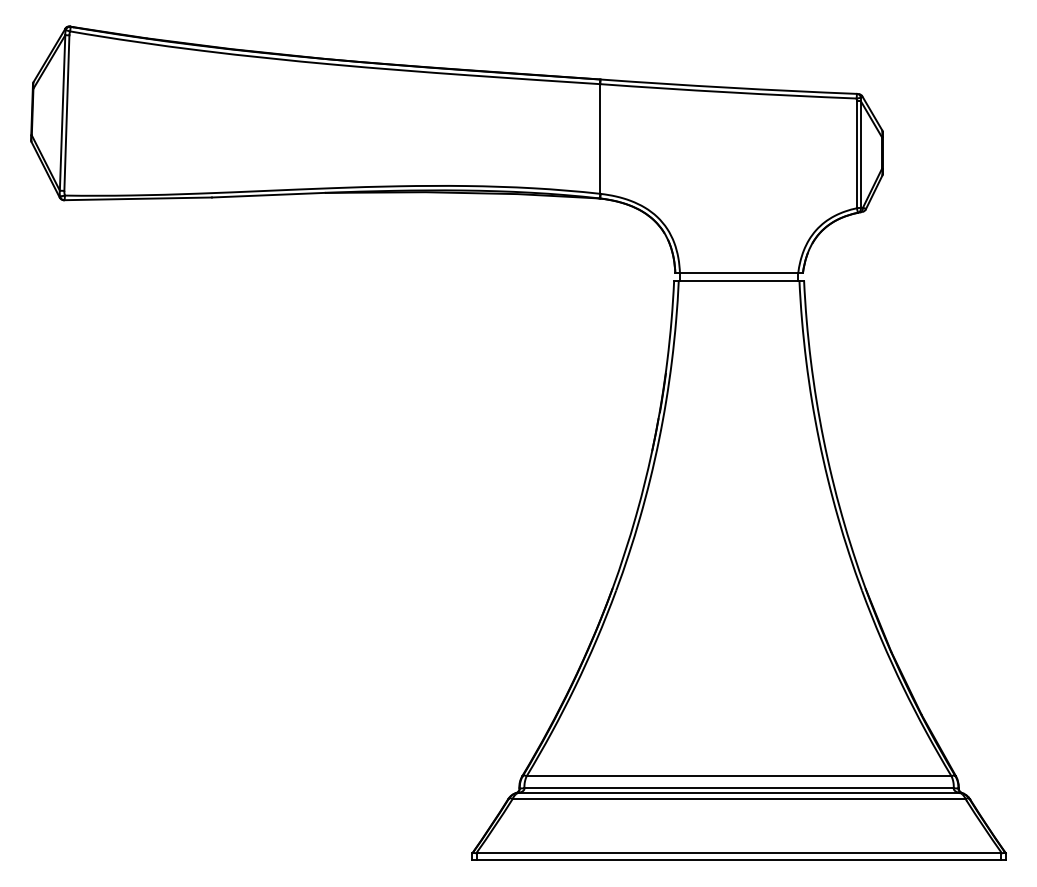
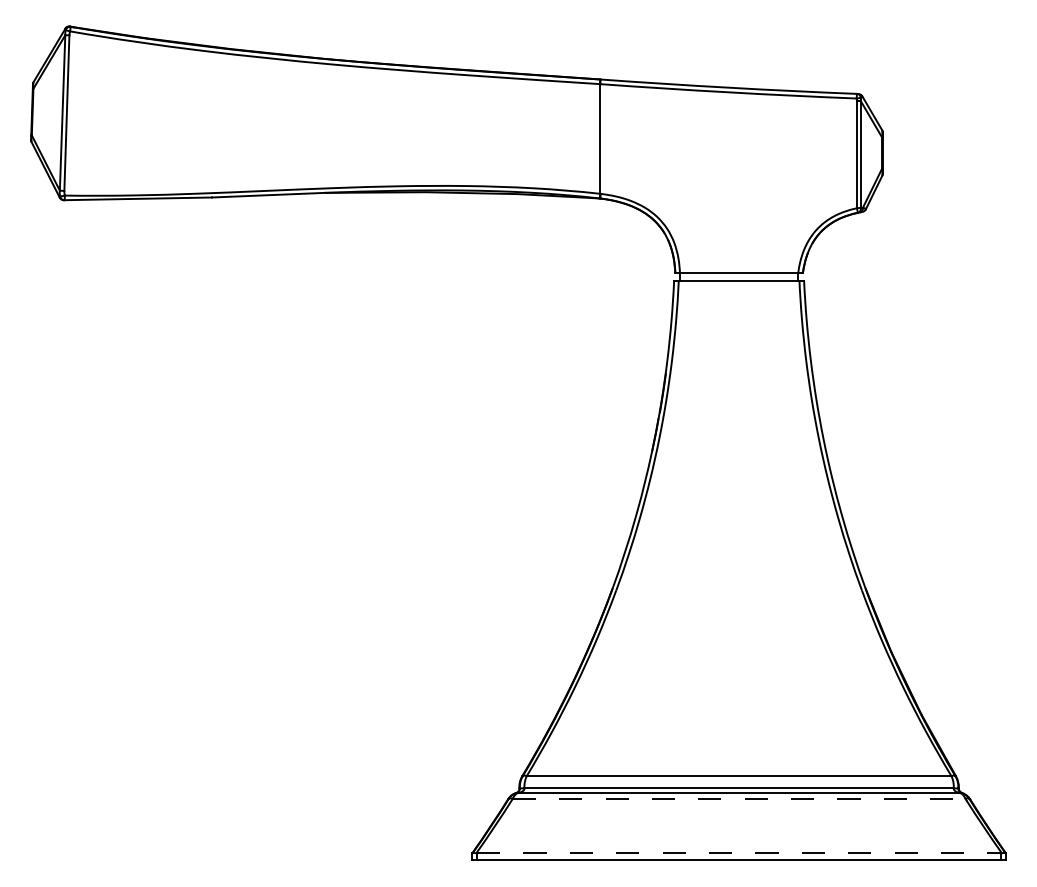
line at (739, 798): solid -> dashed
line at (739, 853): solid -> dashed
